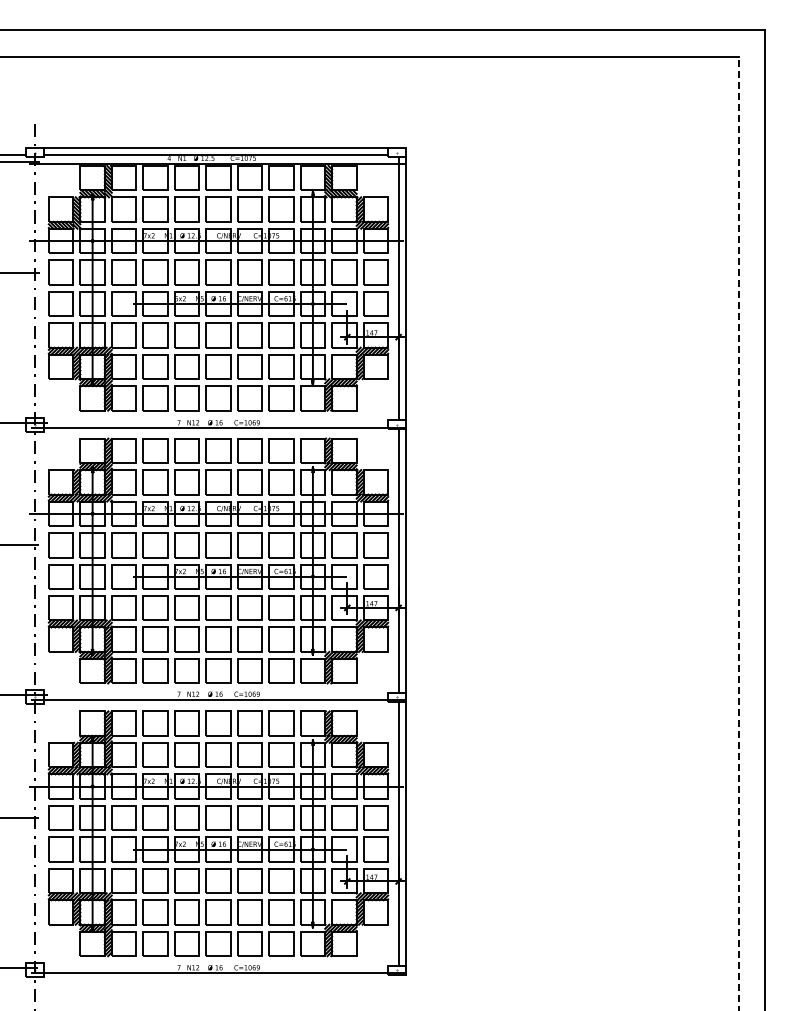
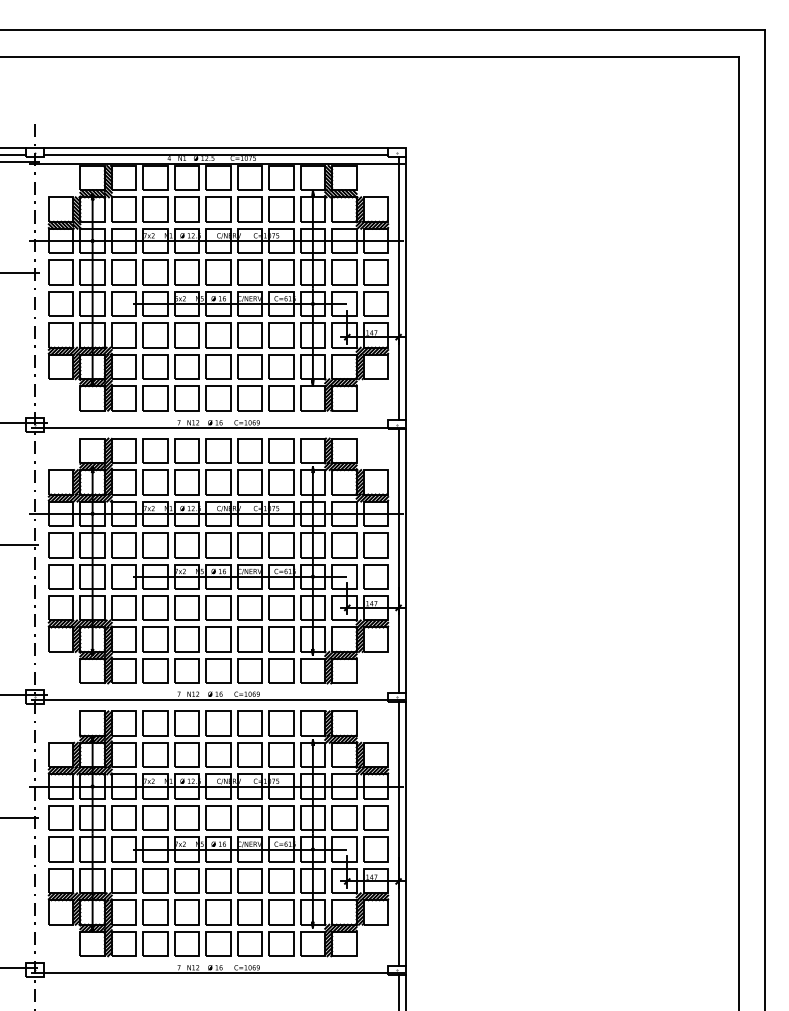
line at (14, 148): none -> present
line at (739, 533): dashed -> solid
line at (398, 990): none -> present
line at (405, 990): none -> present
